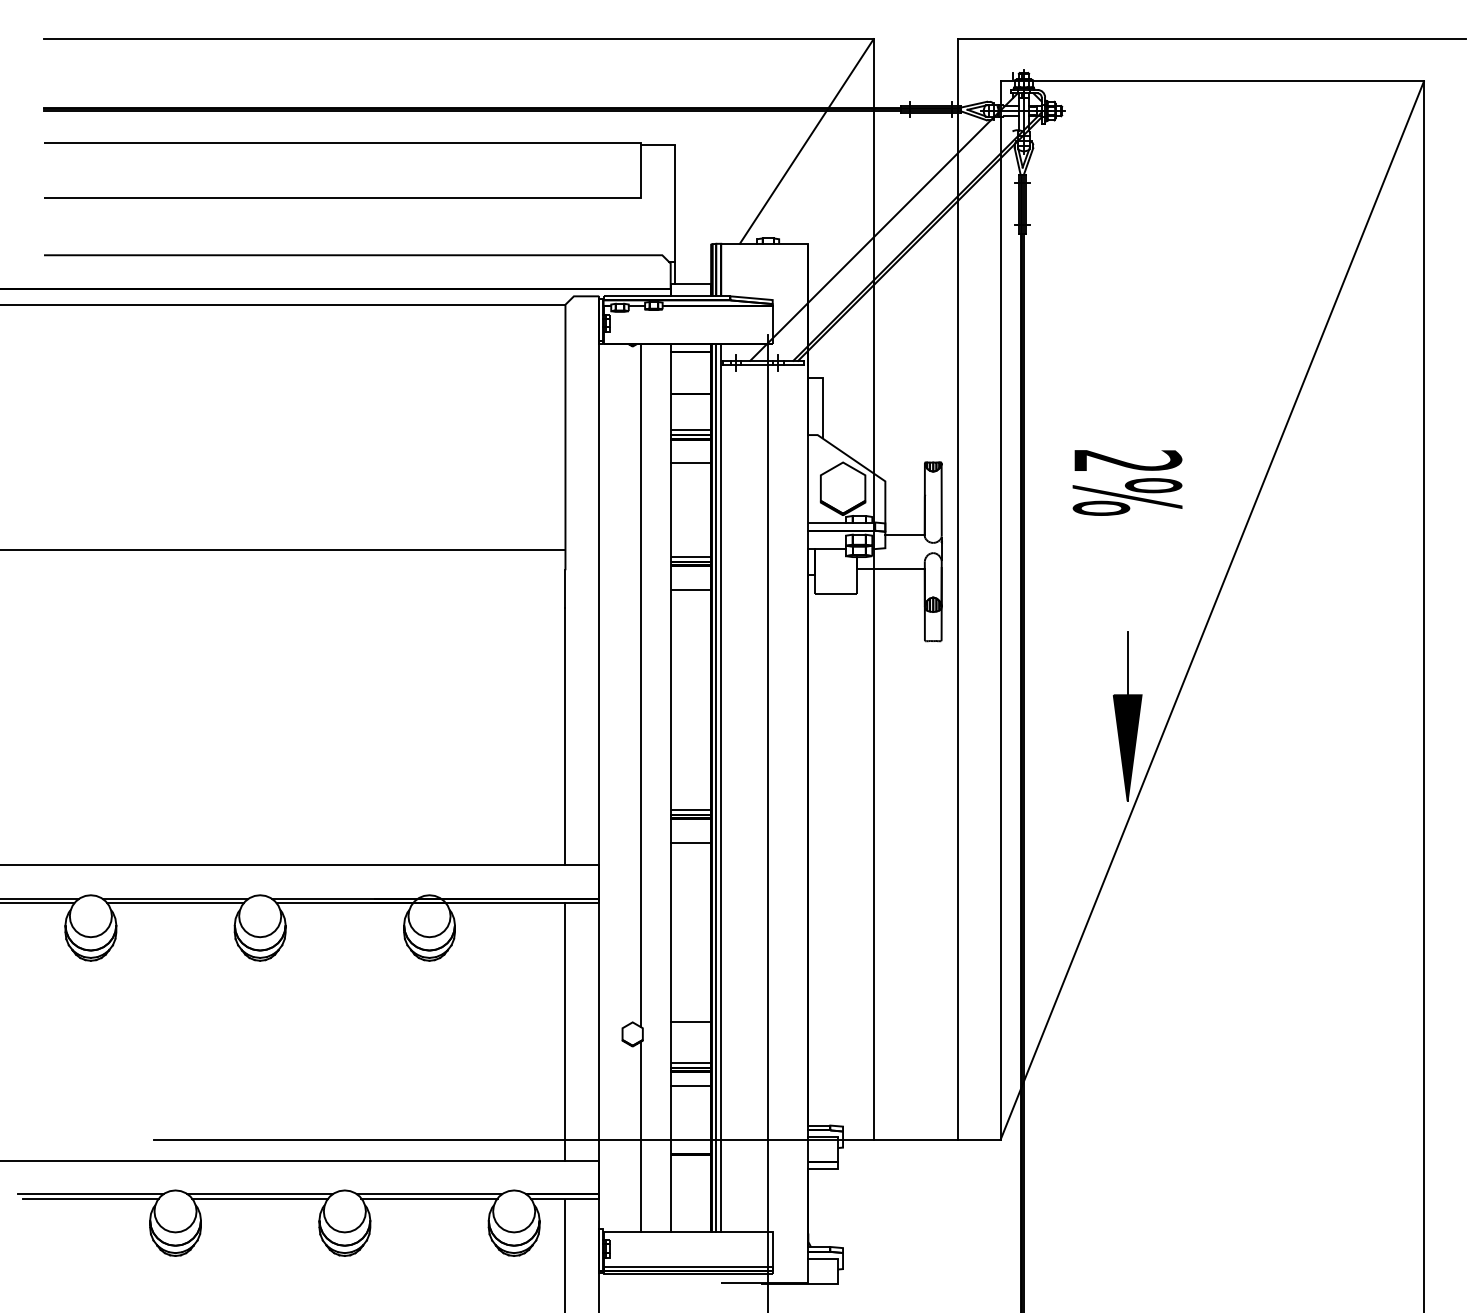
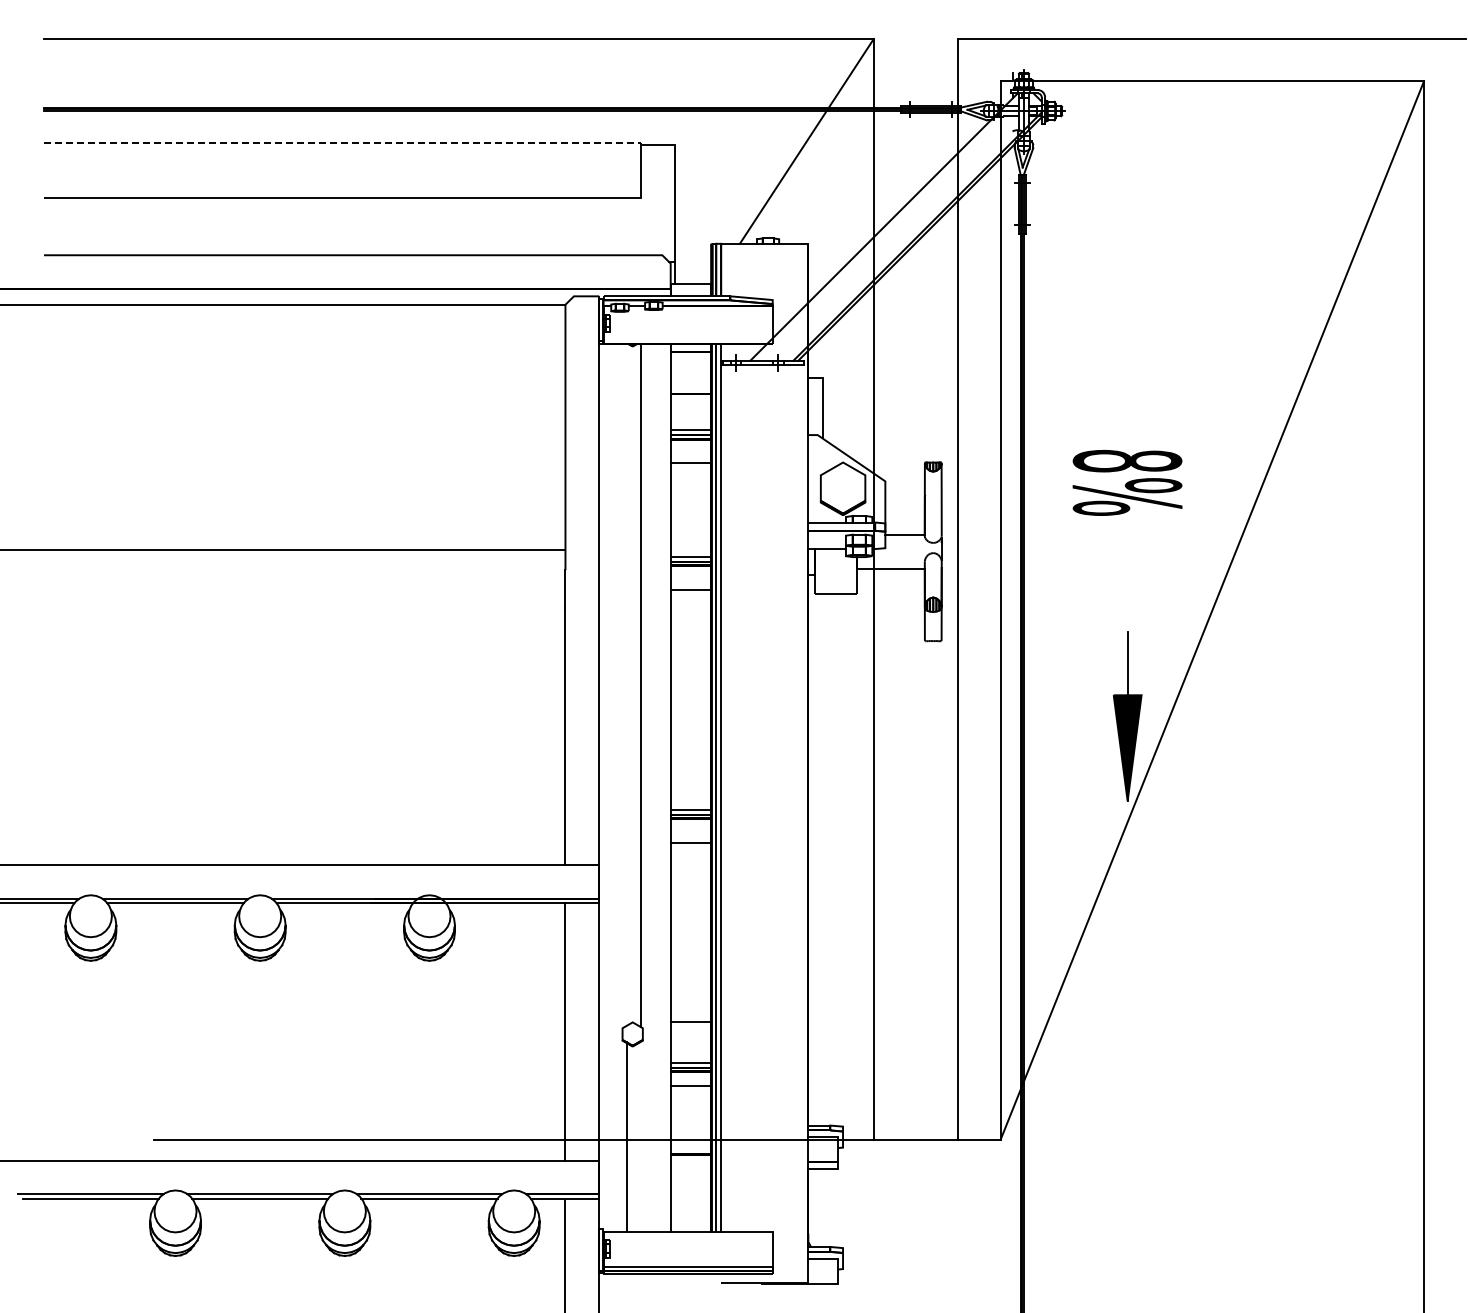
line at (344, 142): solid -> dashed
text at (1127, 460): 2% -> 8%
line at (767, 822): present -> none
line at (641, 1136) position: (641, 1136) -> (627, 1136)
